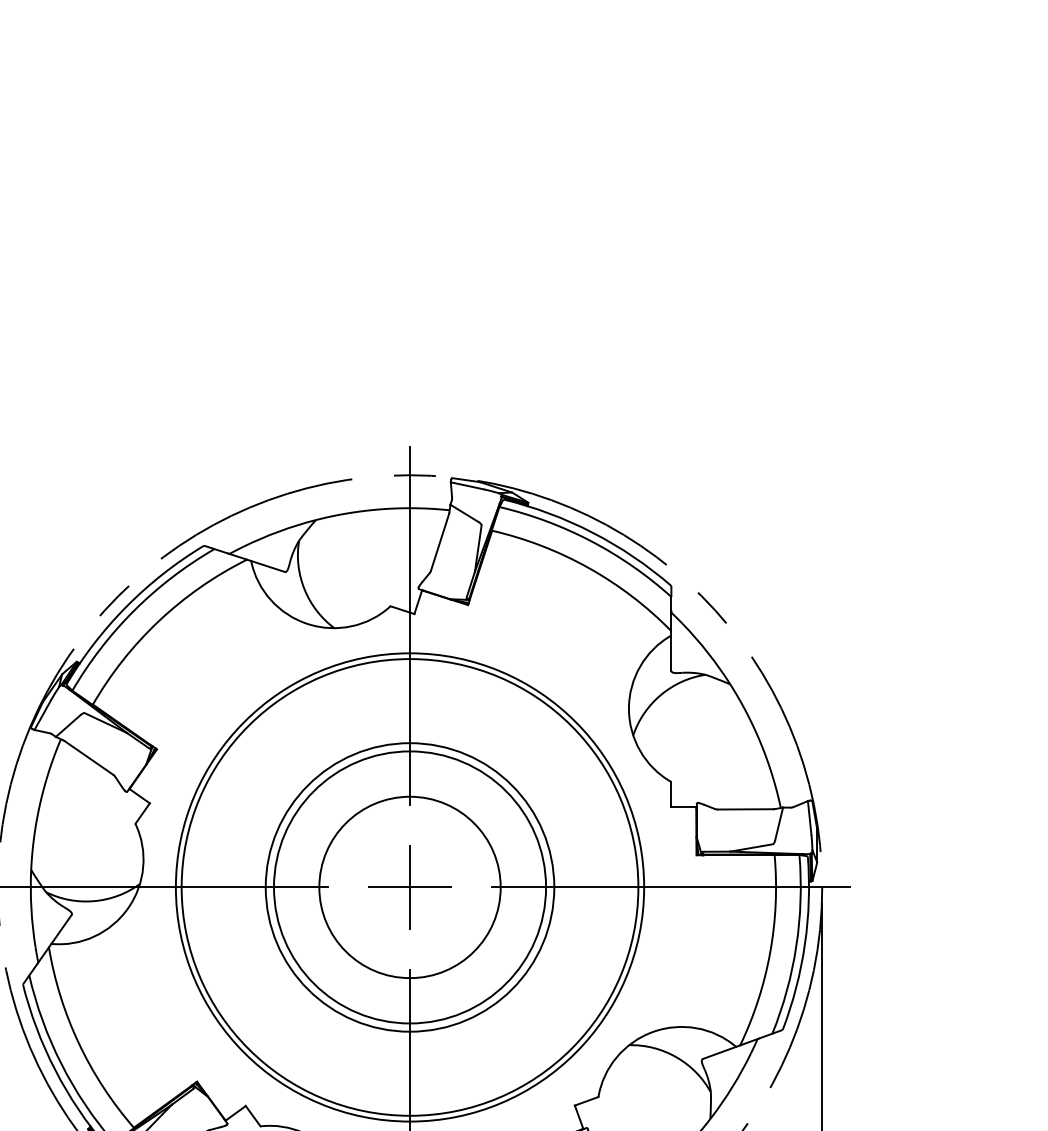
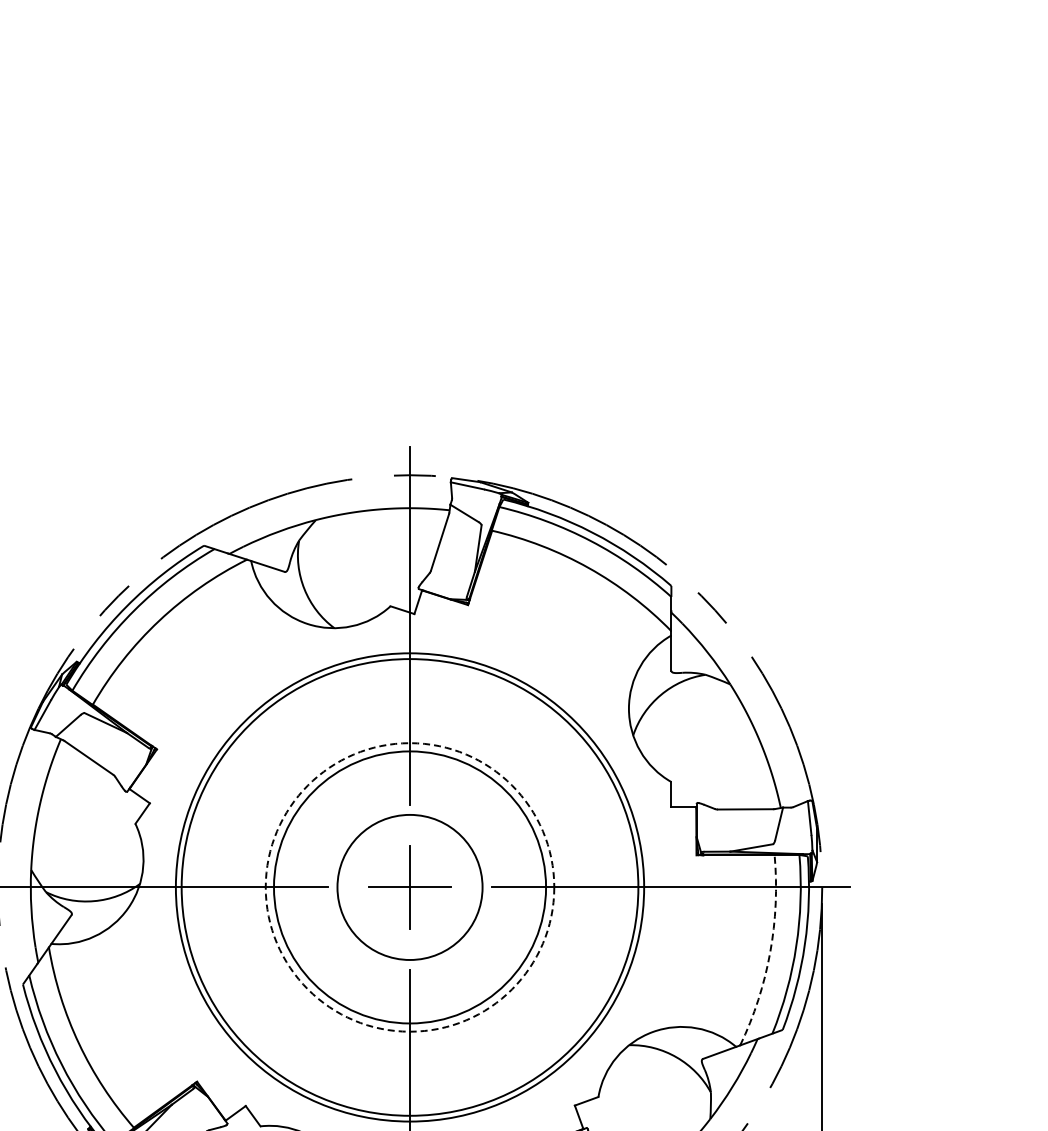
circle at (409, 887) diameter: 181 px -> 145 px
circle at (409, 887): solid -> dashed
arc at (770, 952): solid -> dashed
